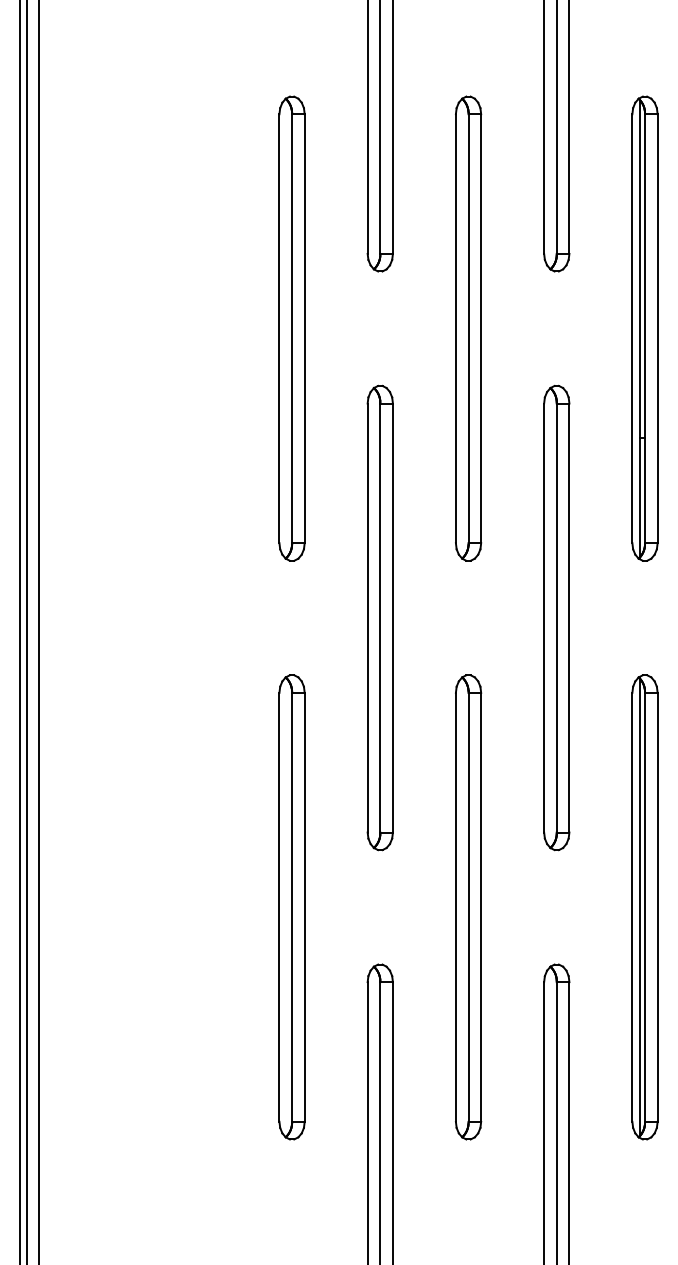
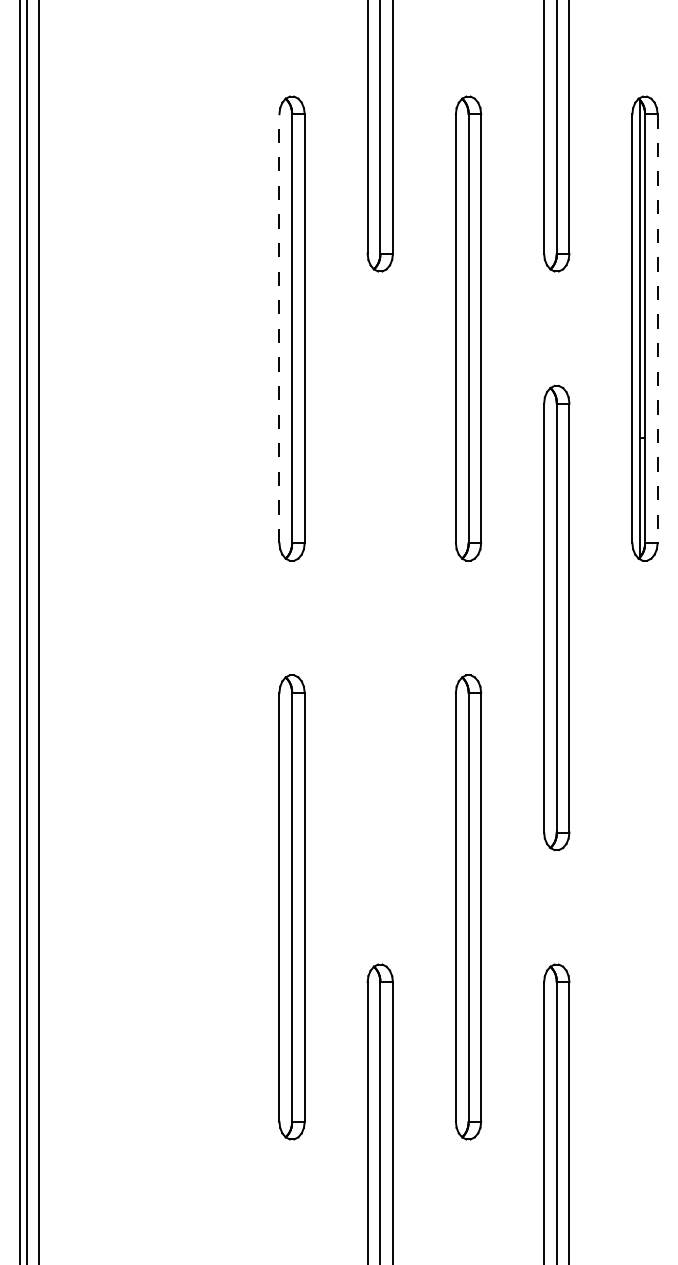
line at (279, 328): solid -> dashed
line at (657, 329): solid -> dashed
part at (379, 617): present -> none
part at (644, 907): present -> none
